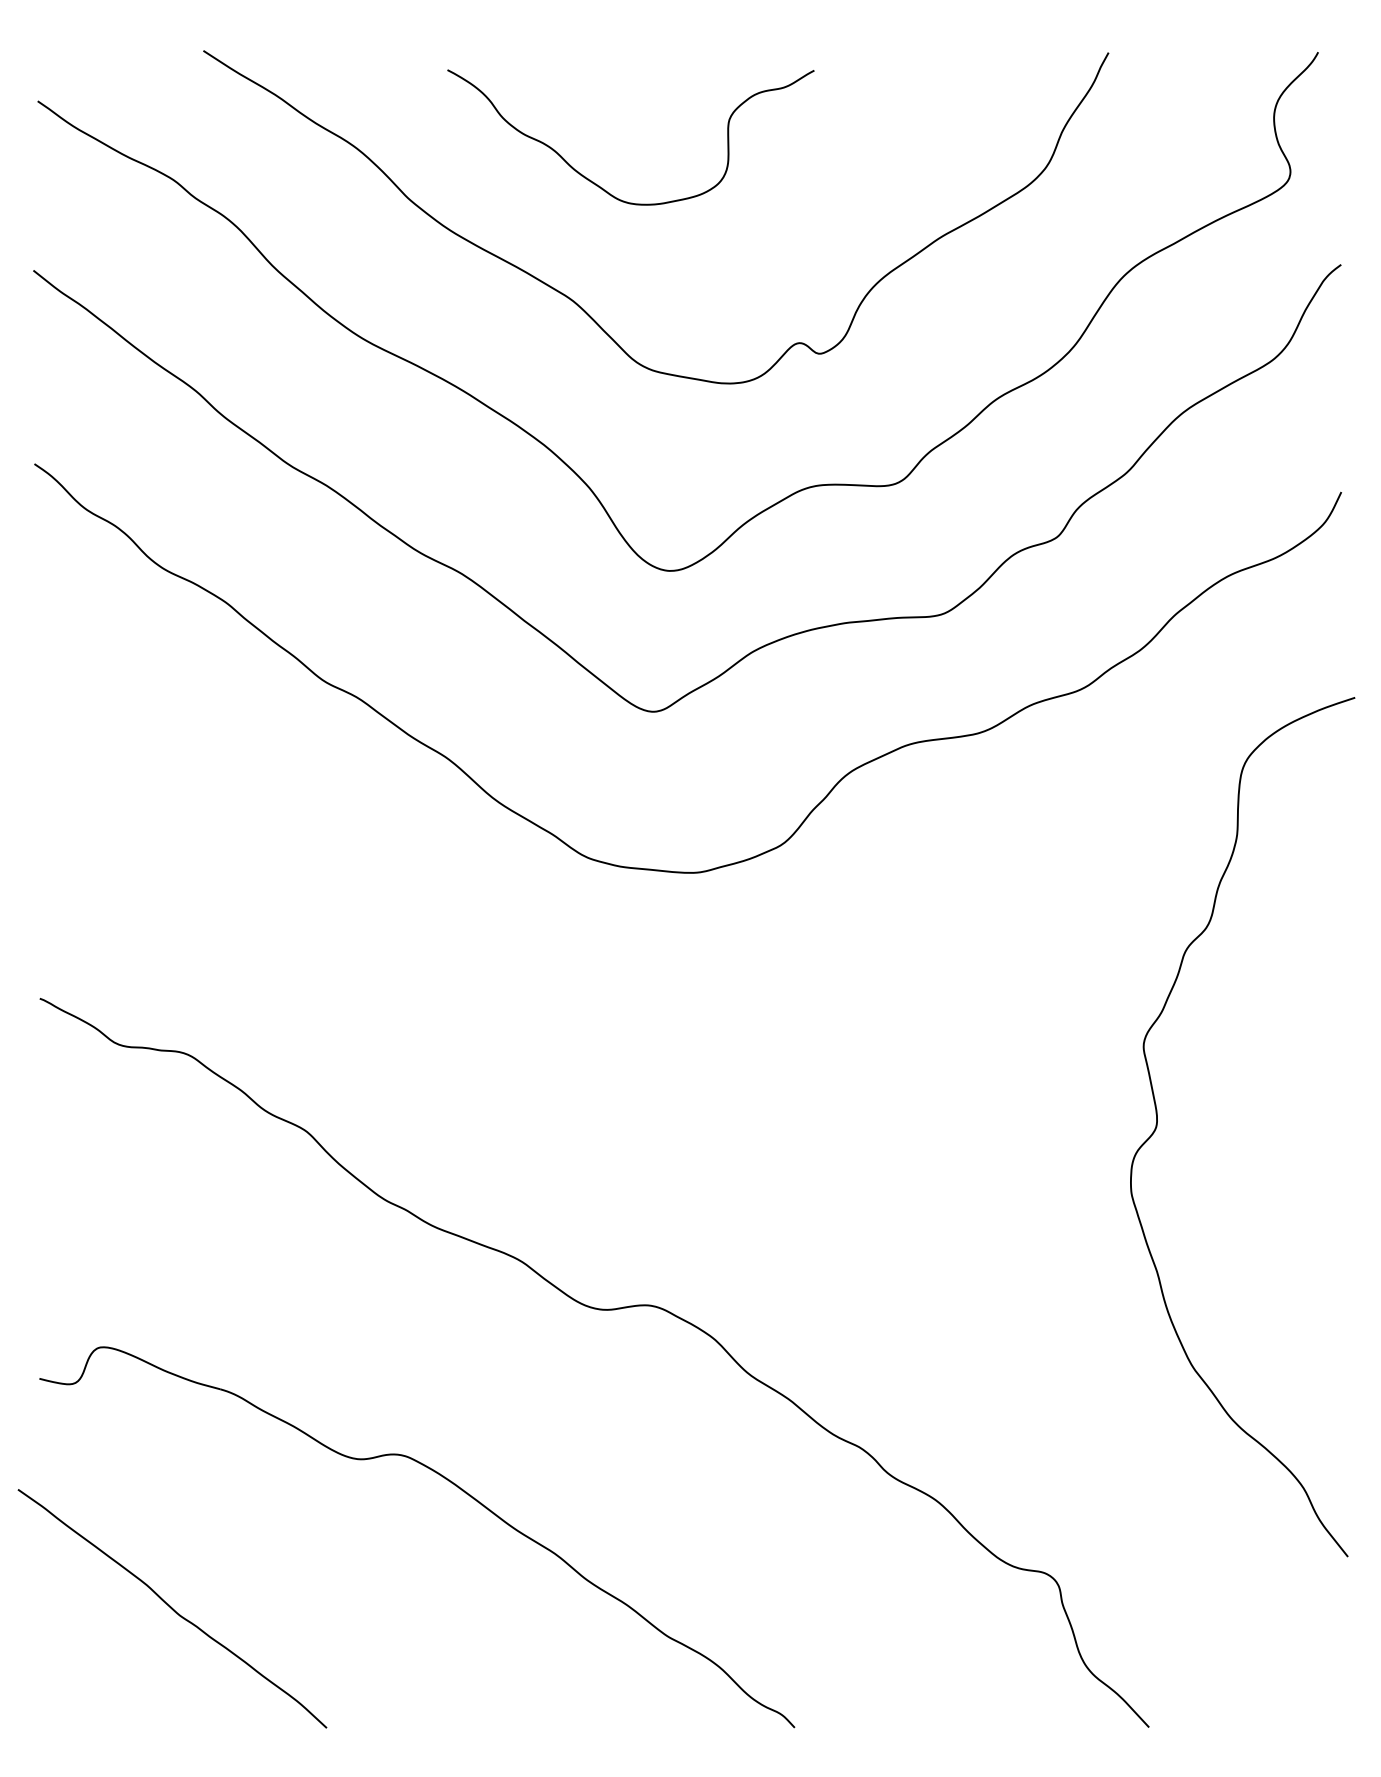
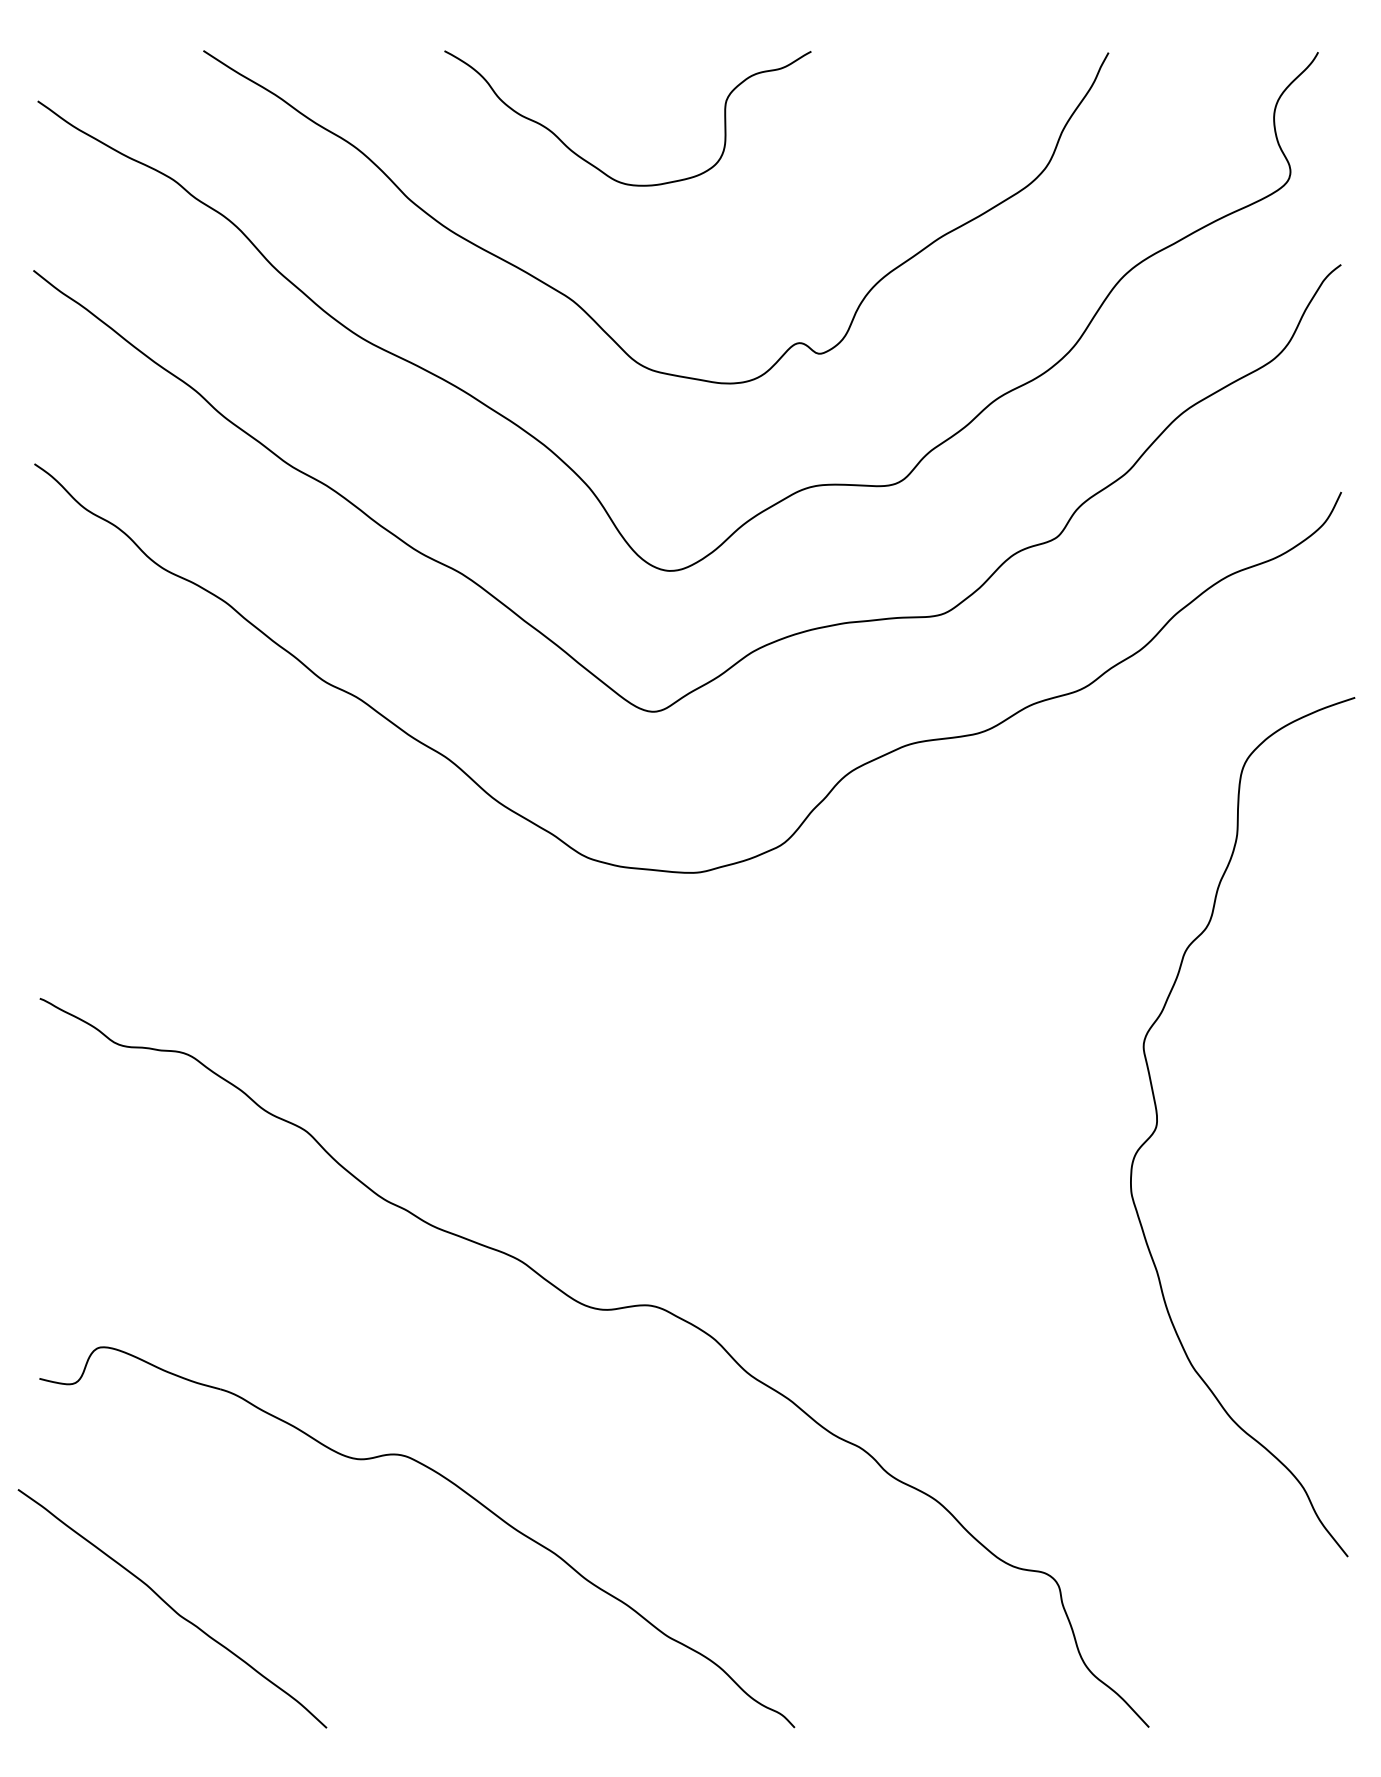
curve at (599, 185) position: (599, 185) -> (596, 166)
